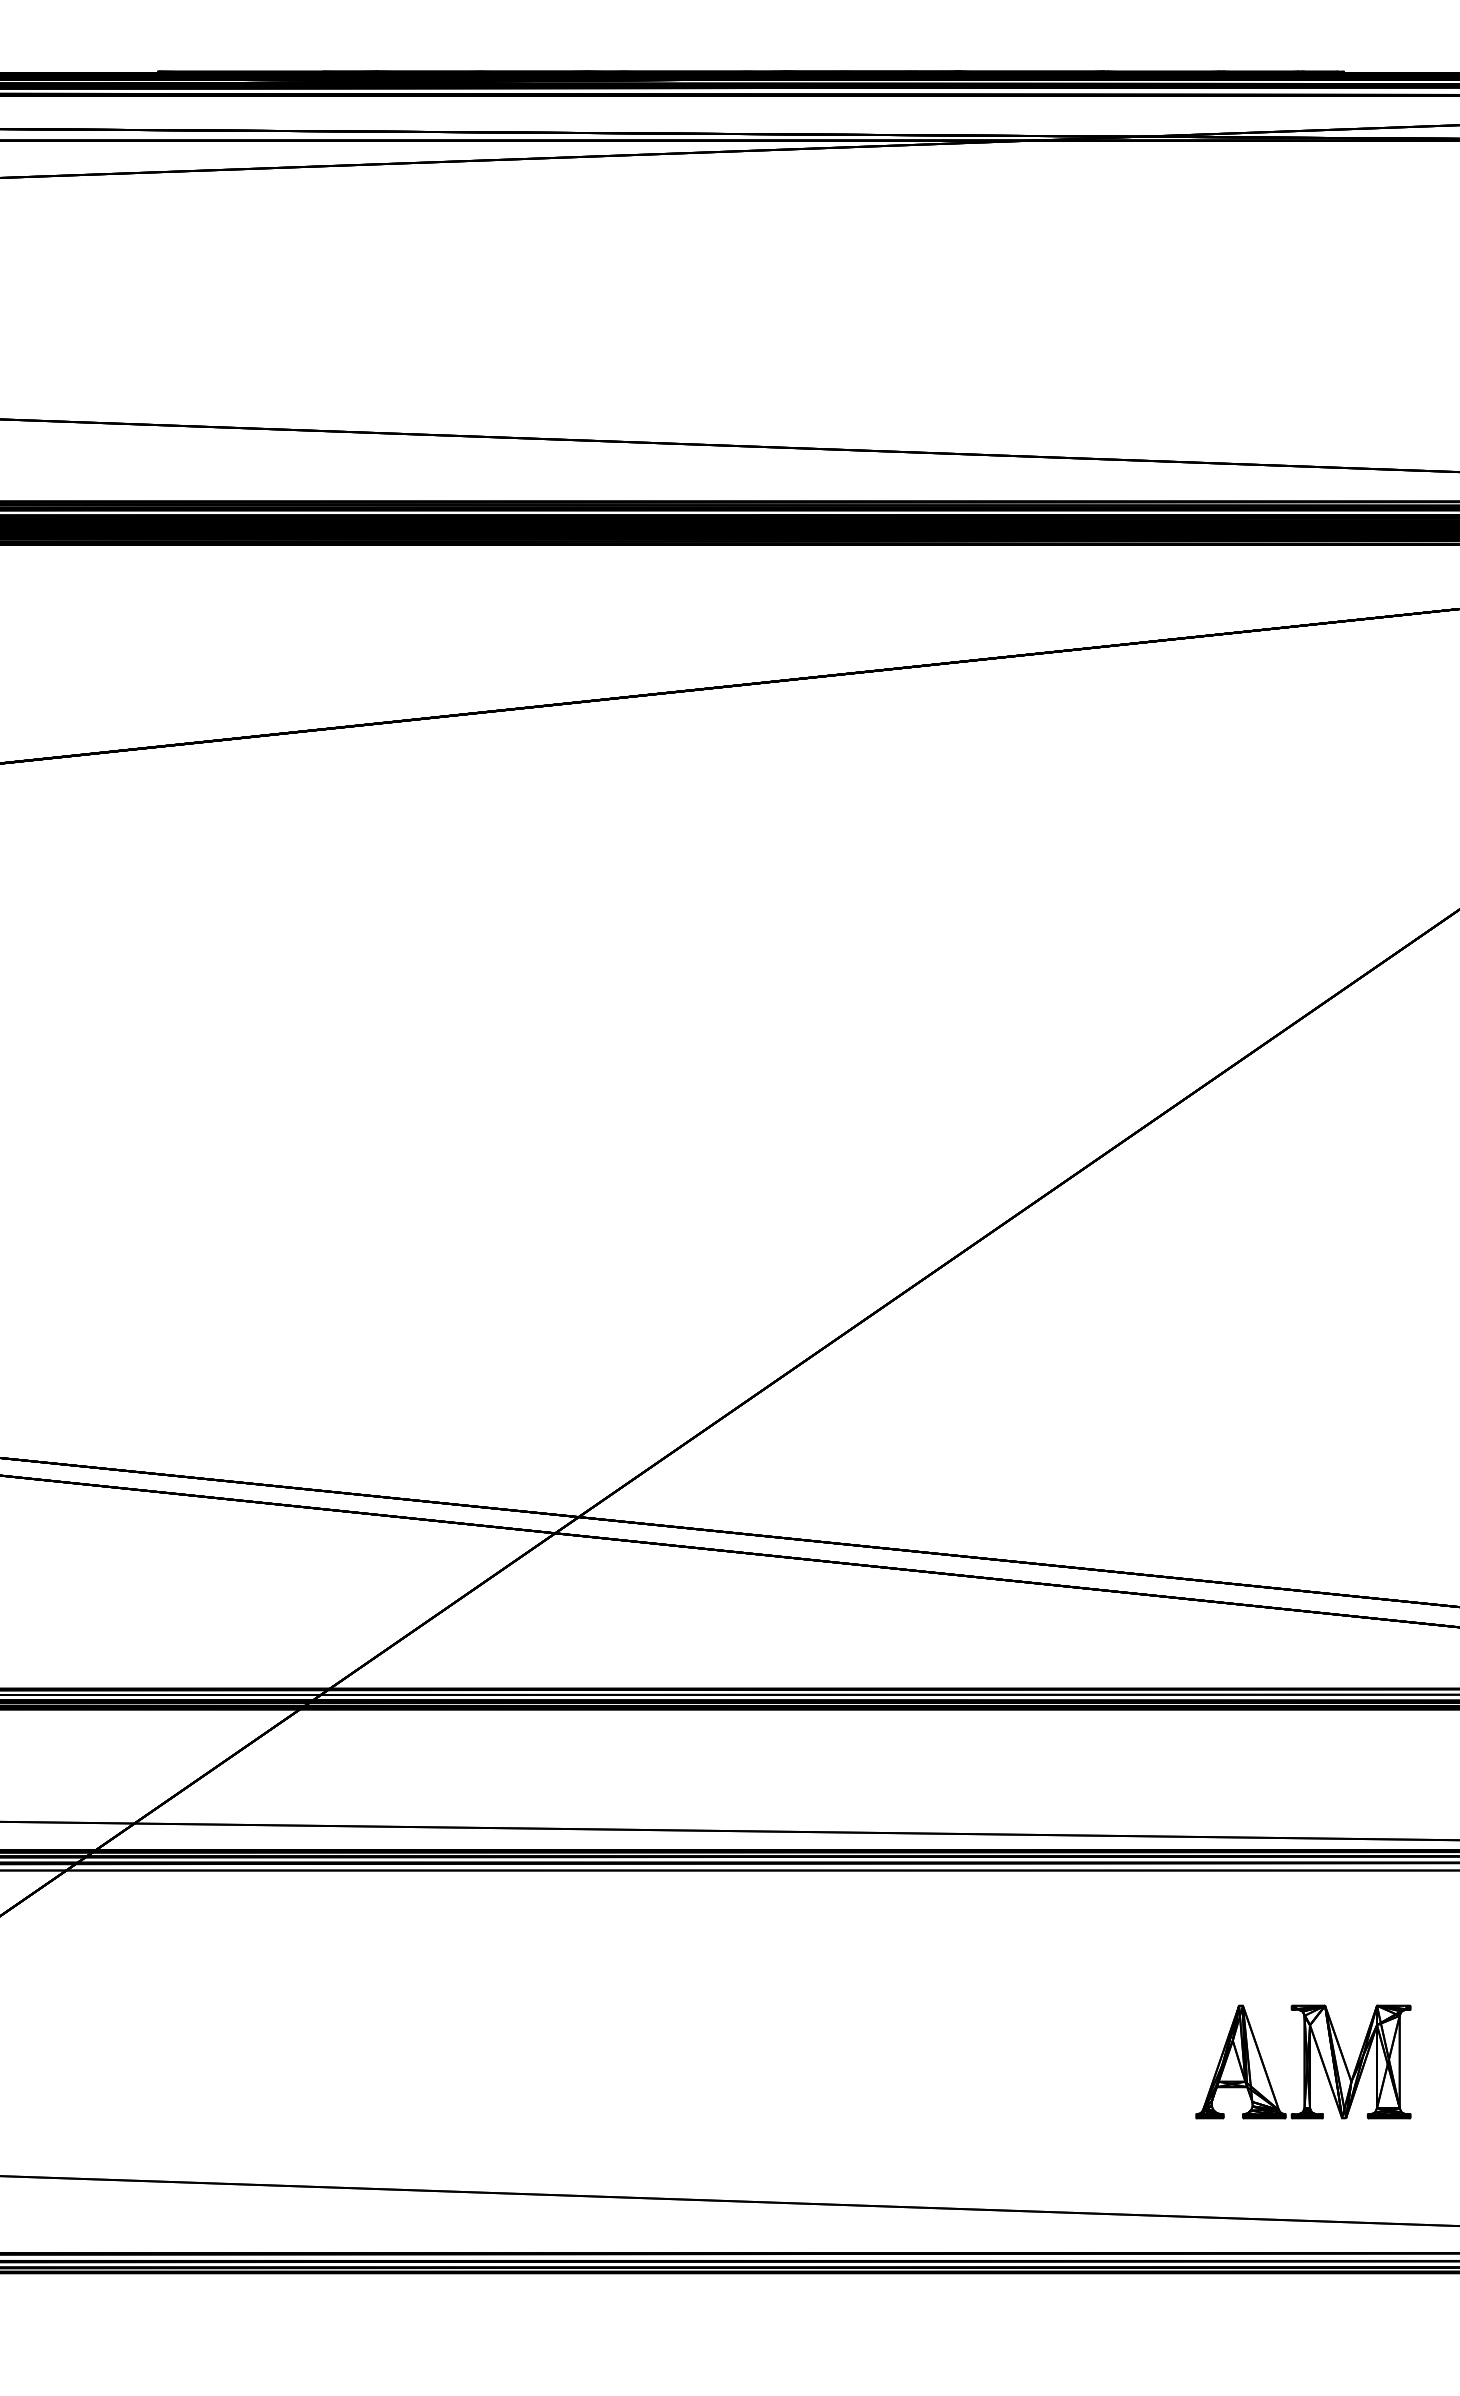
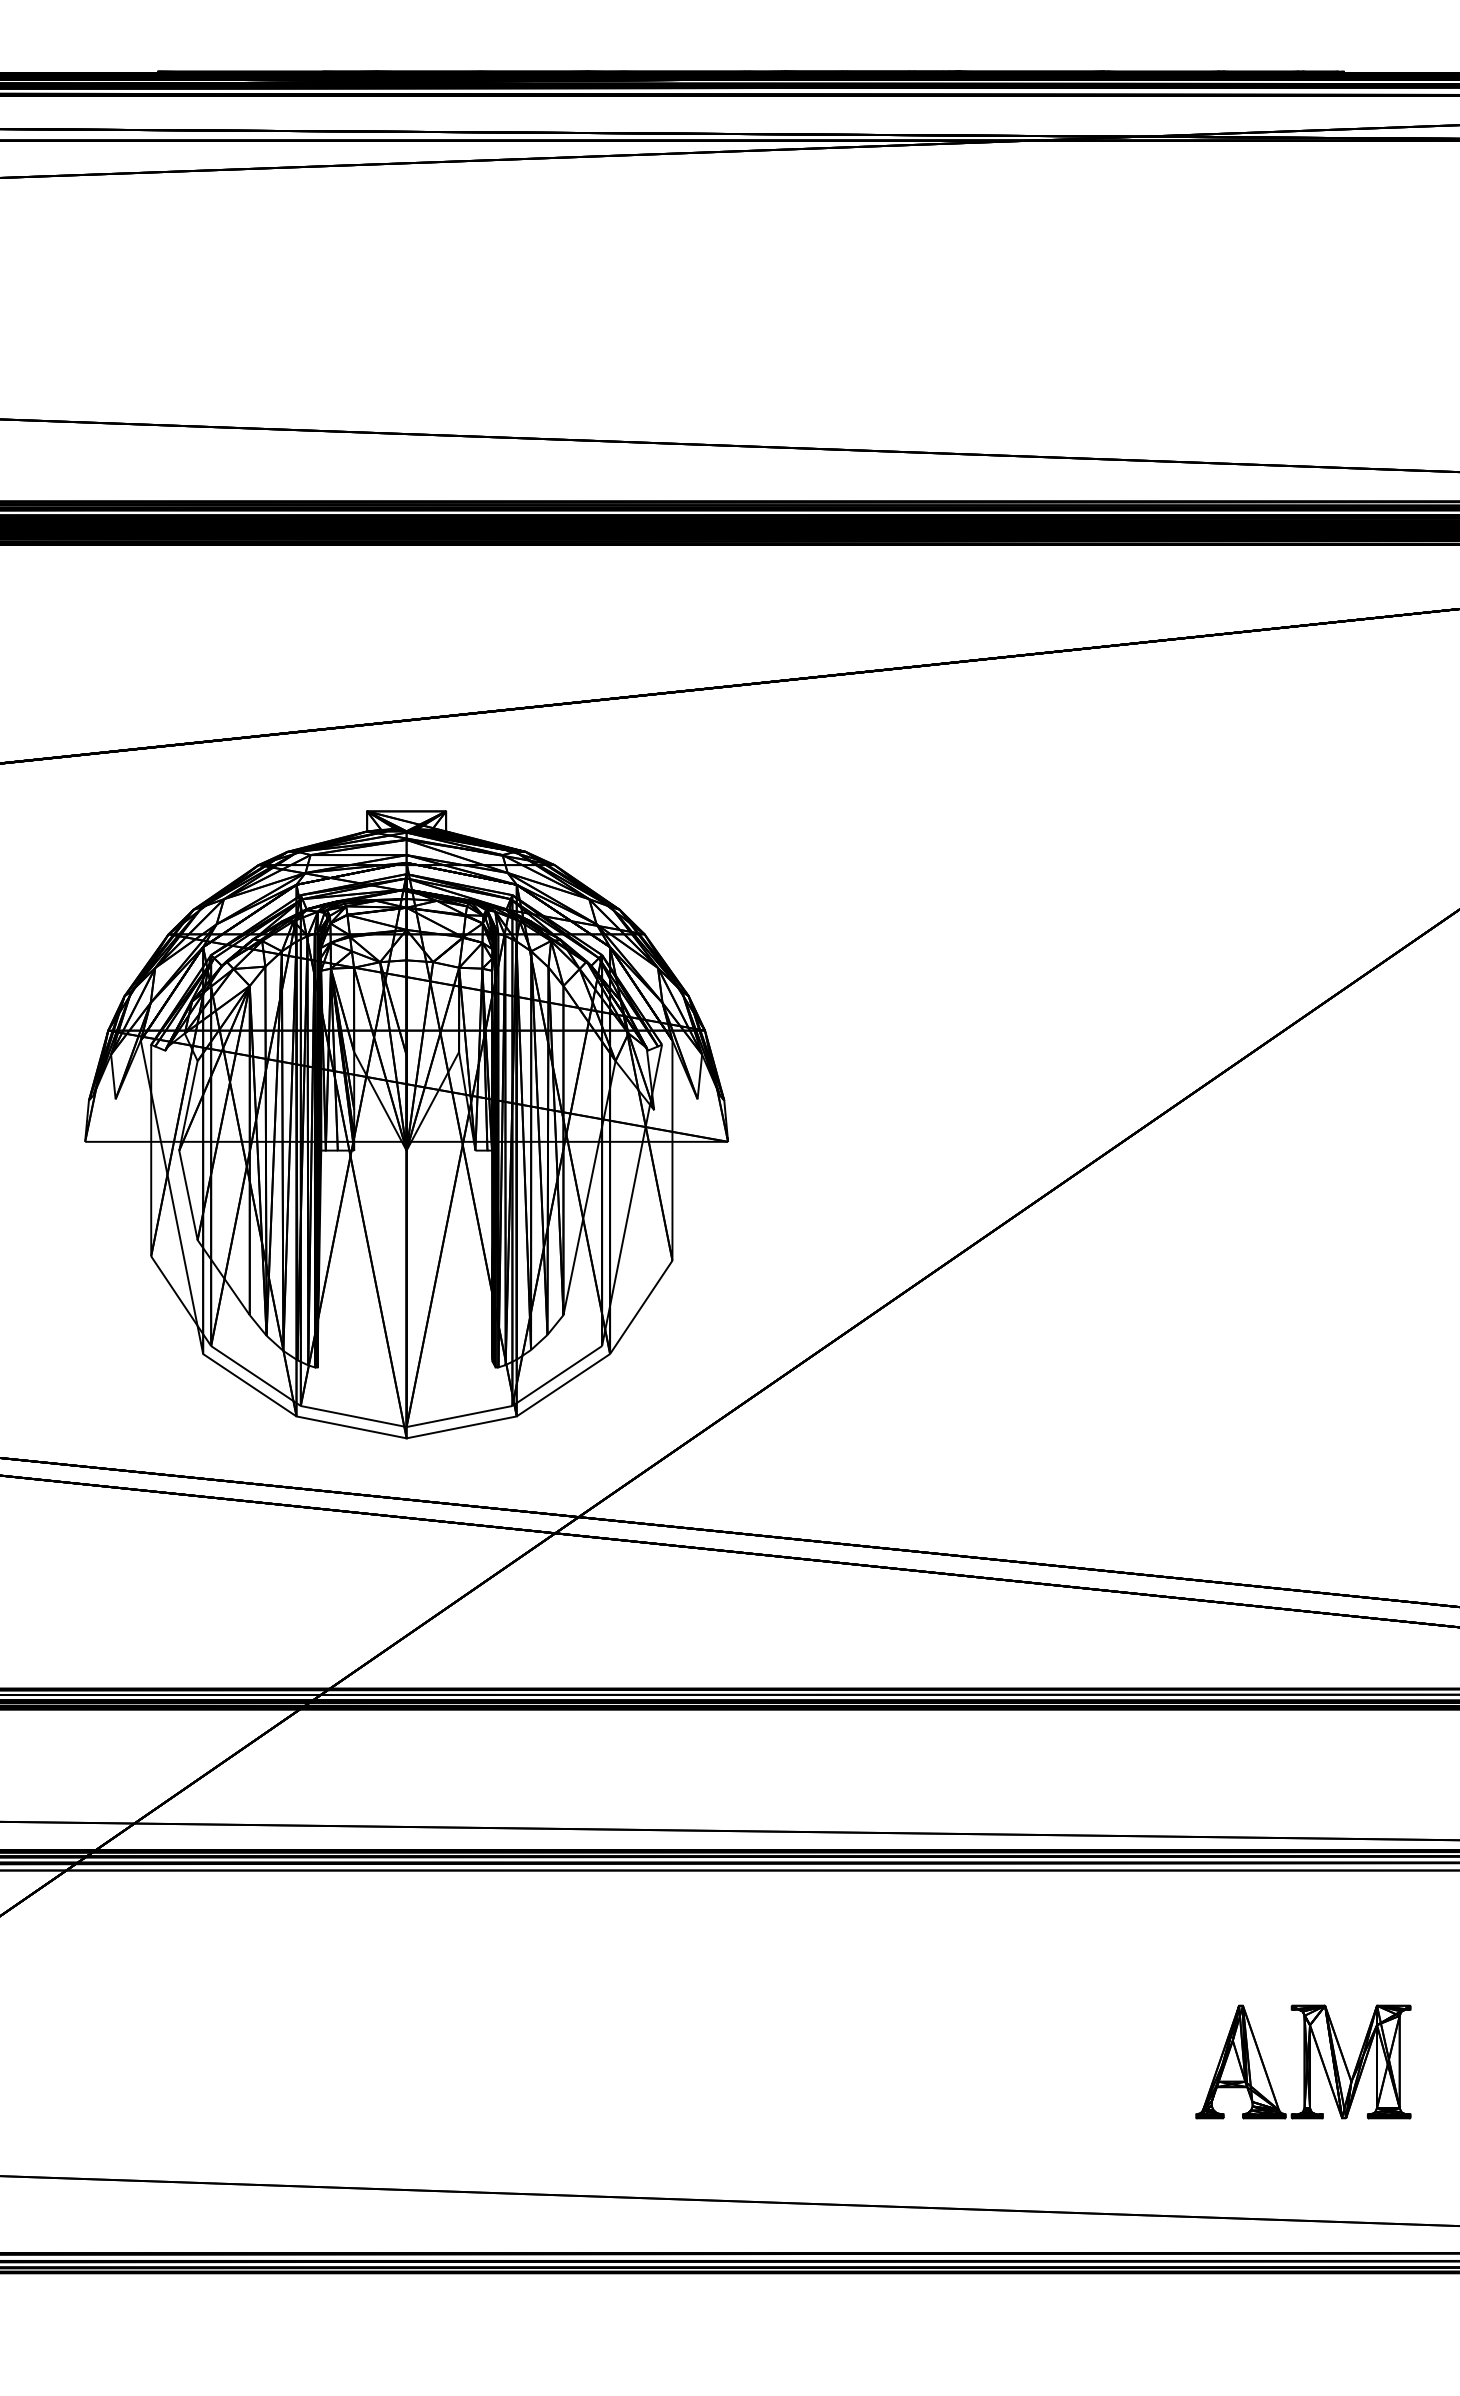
part at (406, 1124): none -> present
